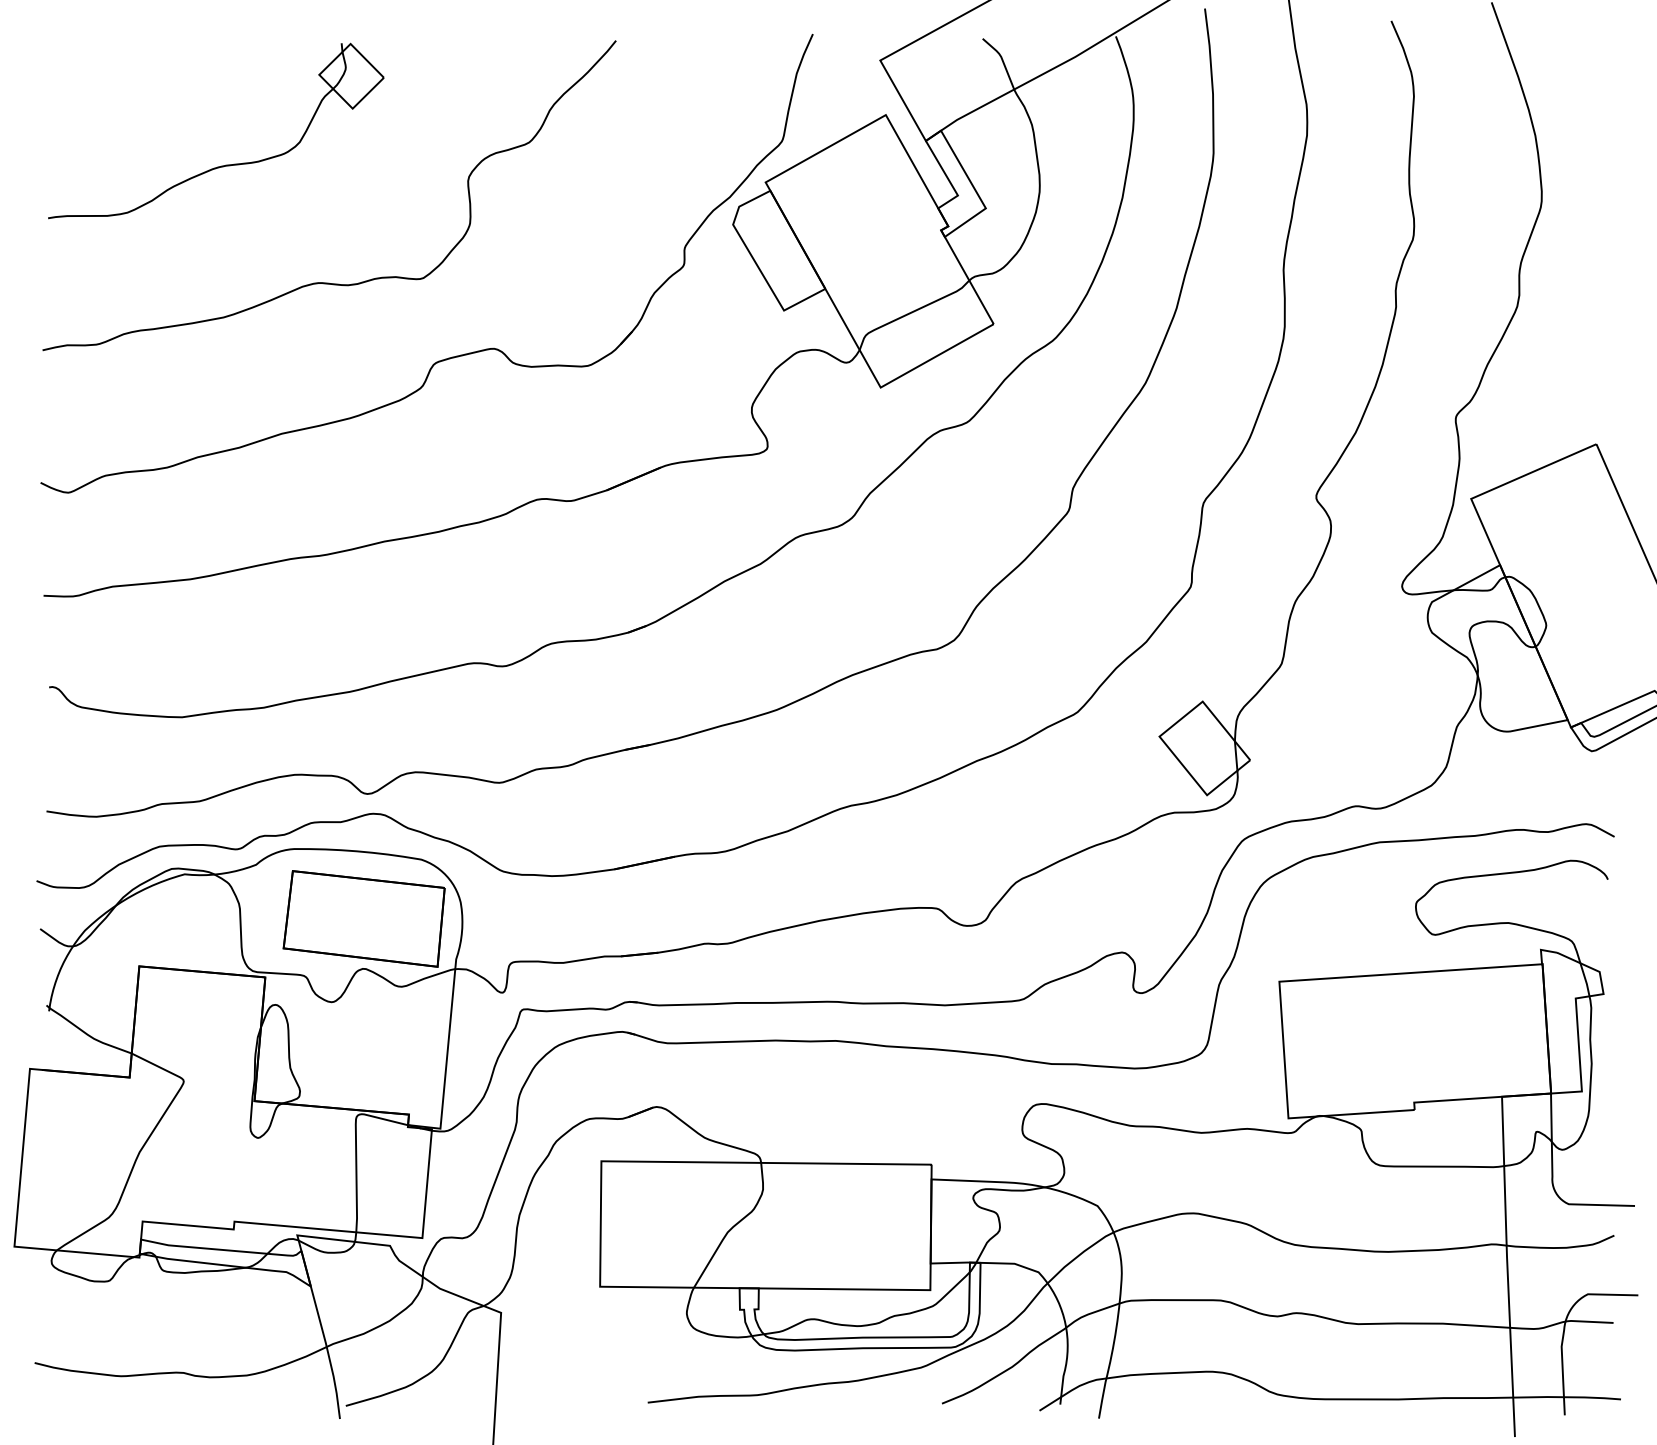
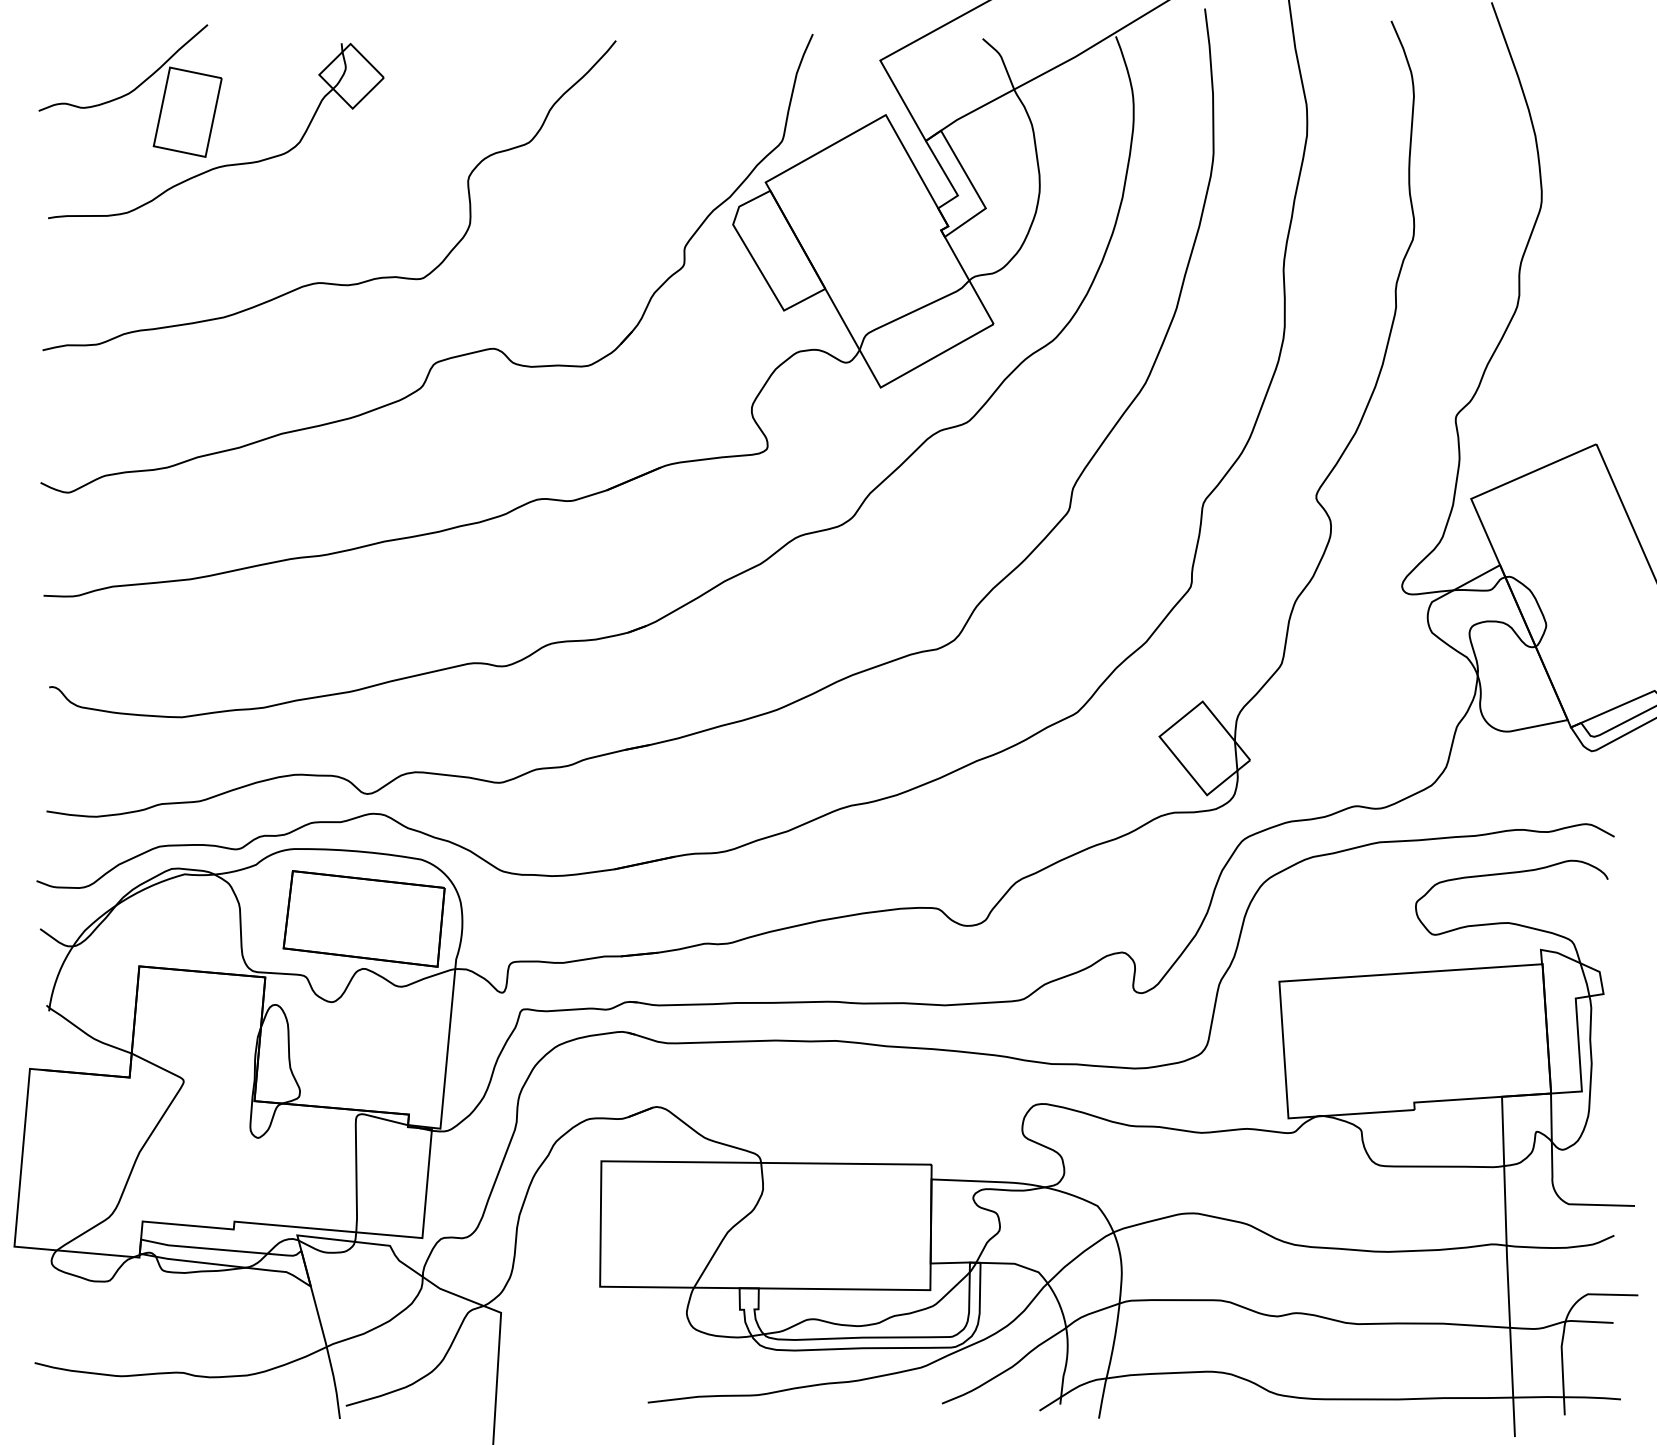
part at (130, 90): none -> present
